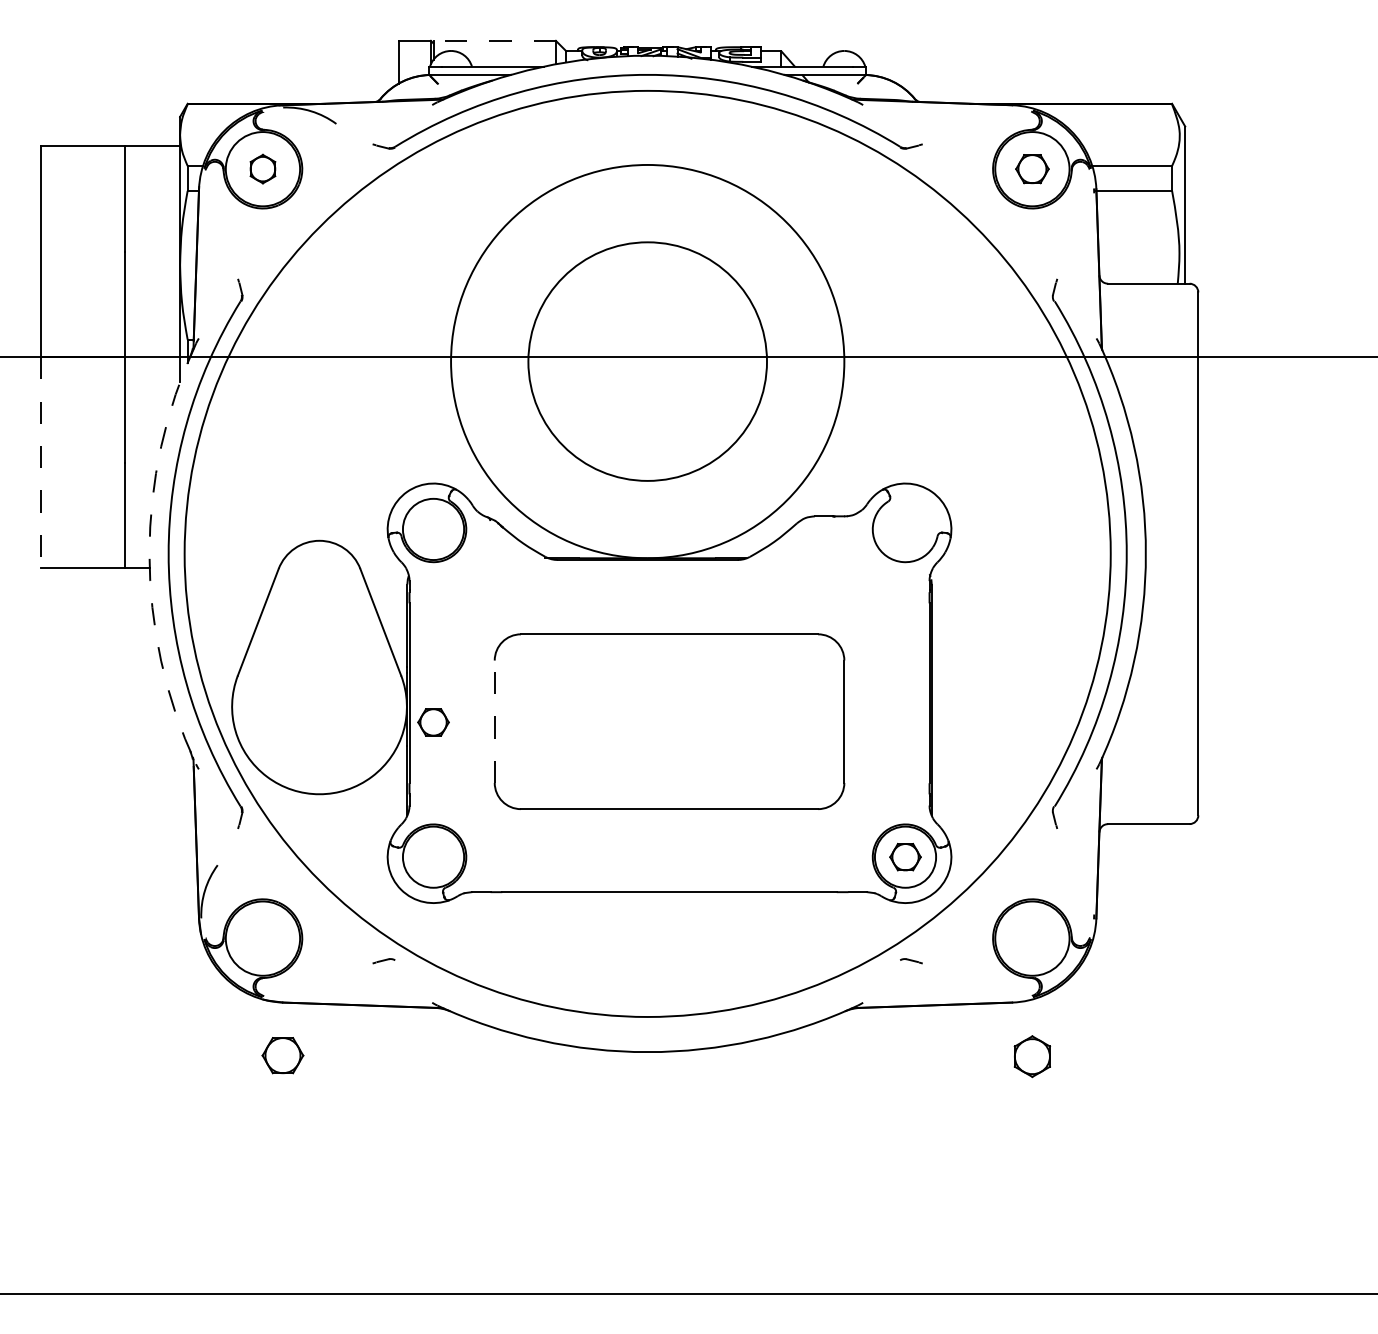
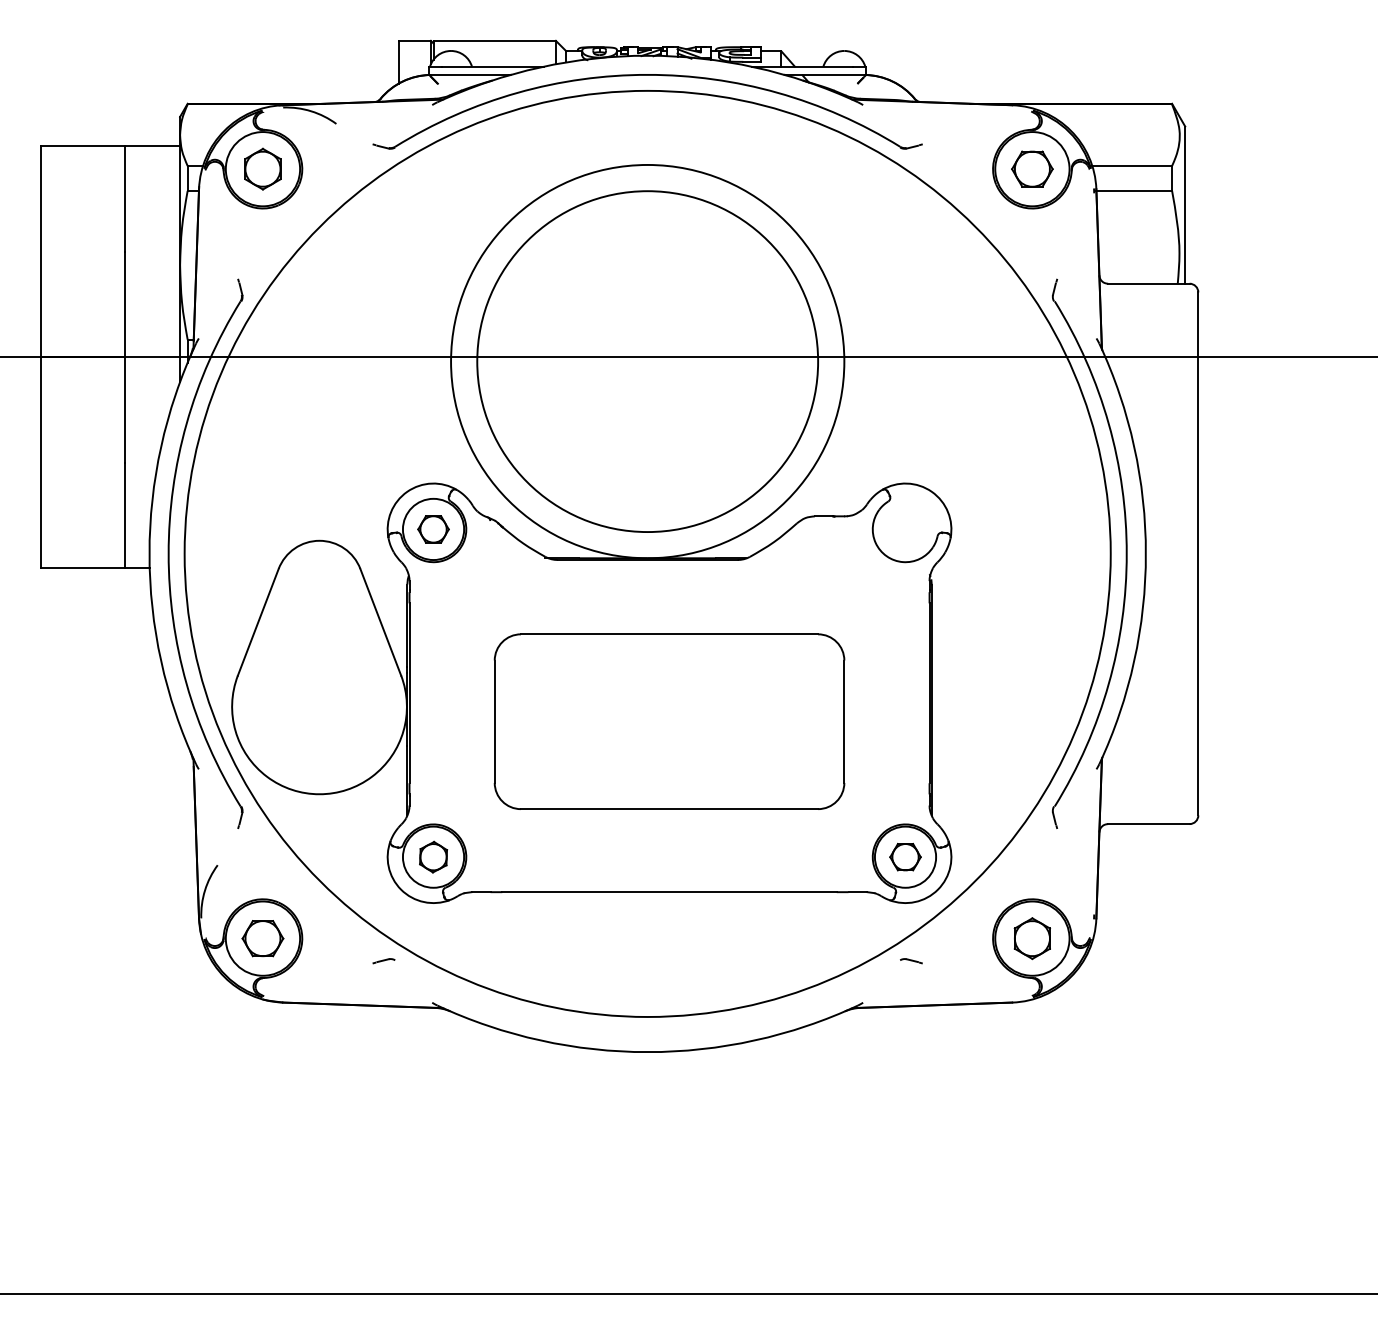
line at (494, 40): dashed -> solid
part at (262, 168) size: 28x32 px -> 38x44 px
part at (1032, 169) size: 35x31 px -> 43x38 px
circle at (647, 361) diameter: 239 px -> 341 px
line at (41, 463): dashed -> solid
arc at (149, 553): dashed -> solid
line at (494, 721): dashed -> solid
part at (433, 722) position: (433, 722) -> (433, 529)
part at (433, 856): none -> present
part at (282, 1055) position: (282, 1055) -> (262, 938)
part at (1031, 1056) position: (1031, 1056) -> (1031, 938)
